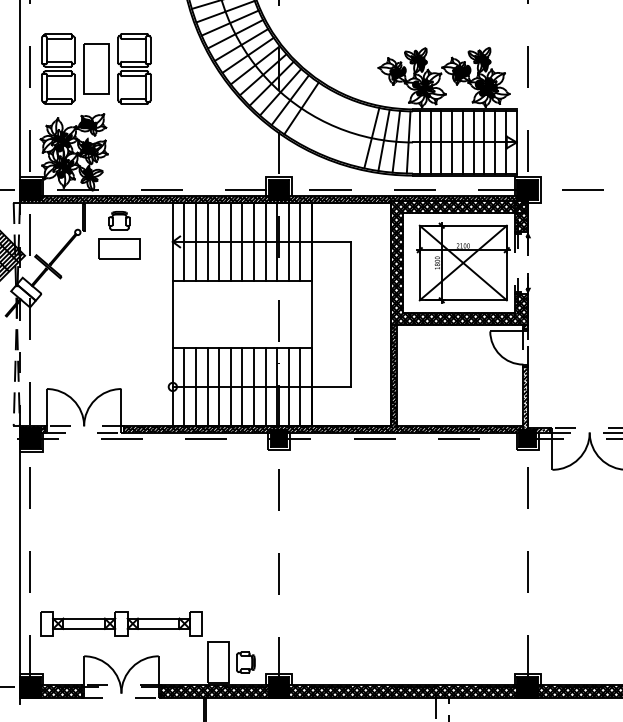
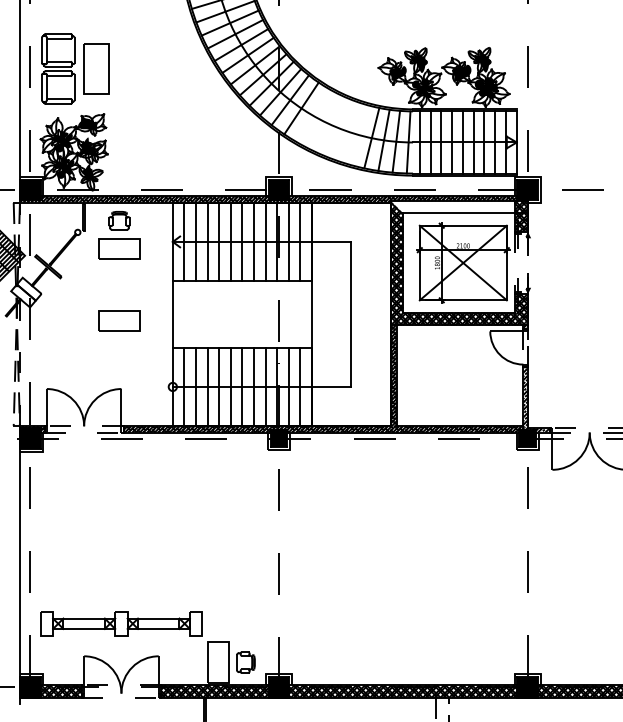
part at (134, 68): present -> none
hatch at (459, 206): present -> none
part at (119, 320): none -> present
